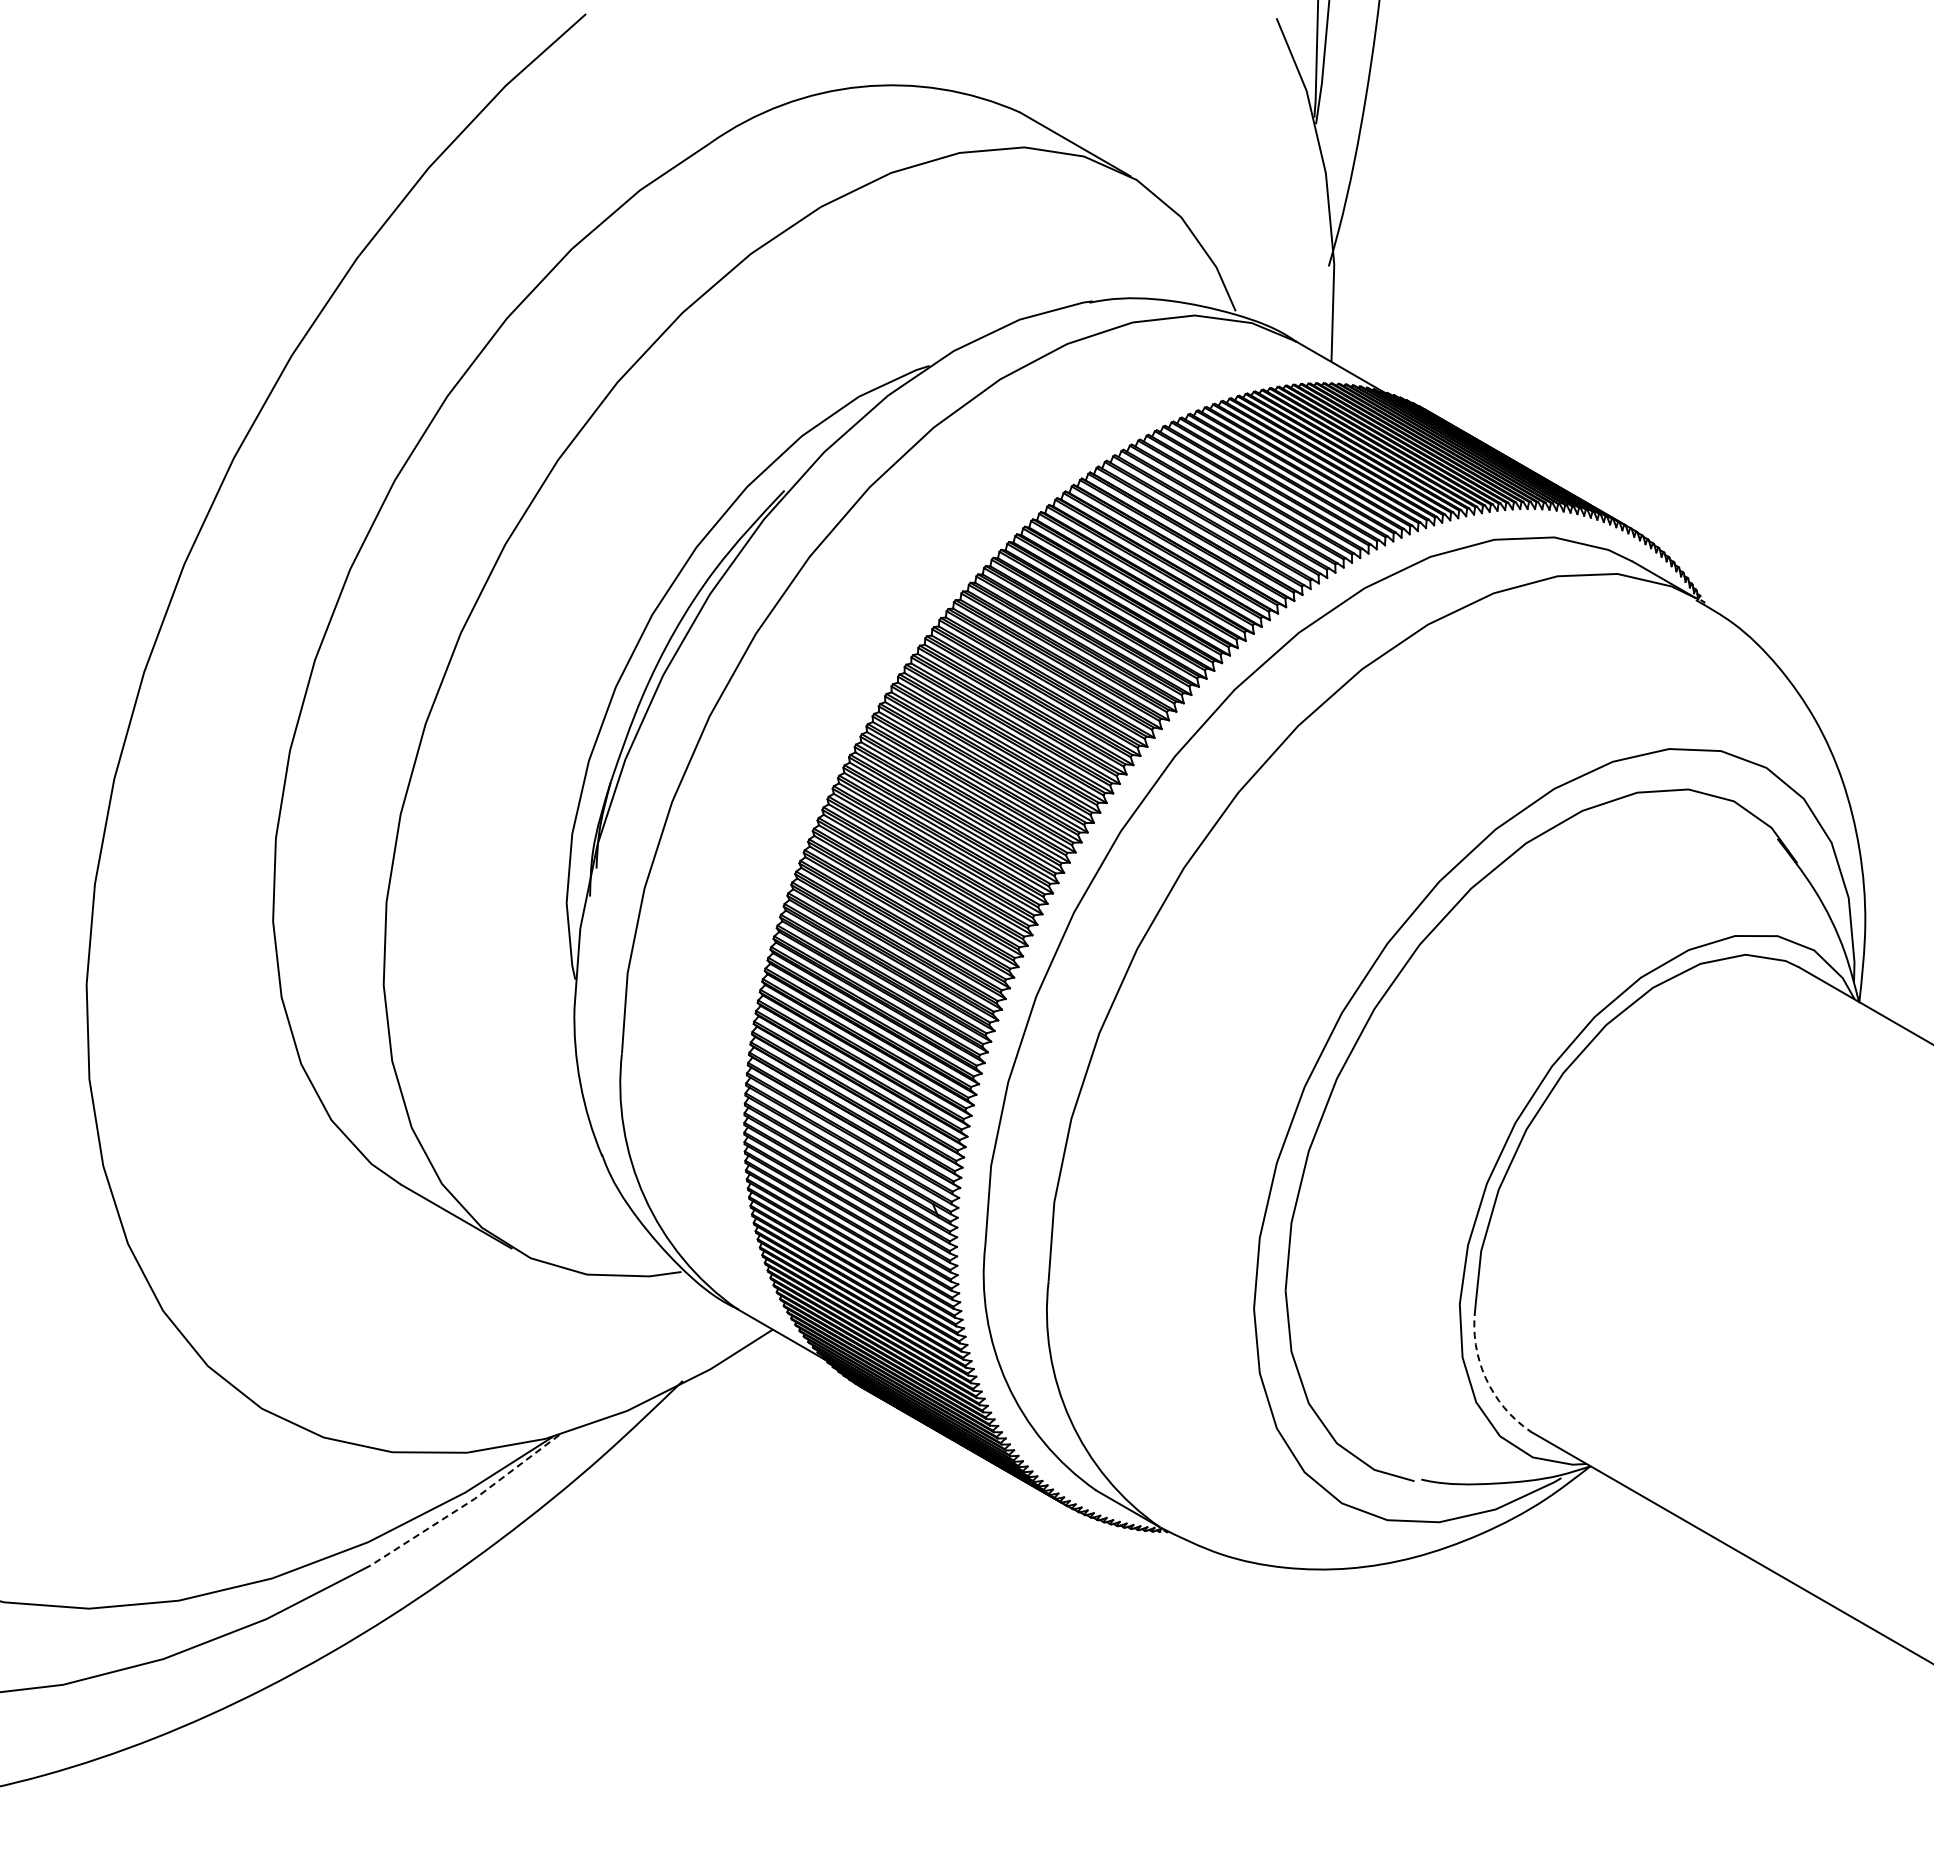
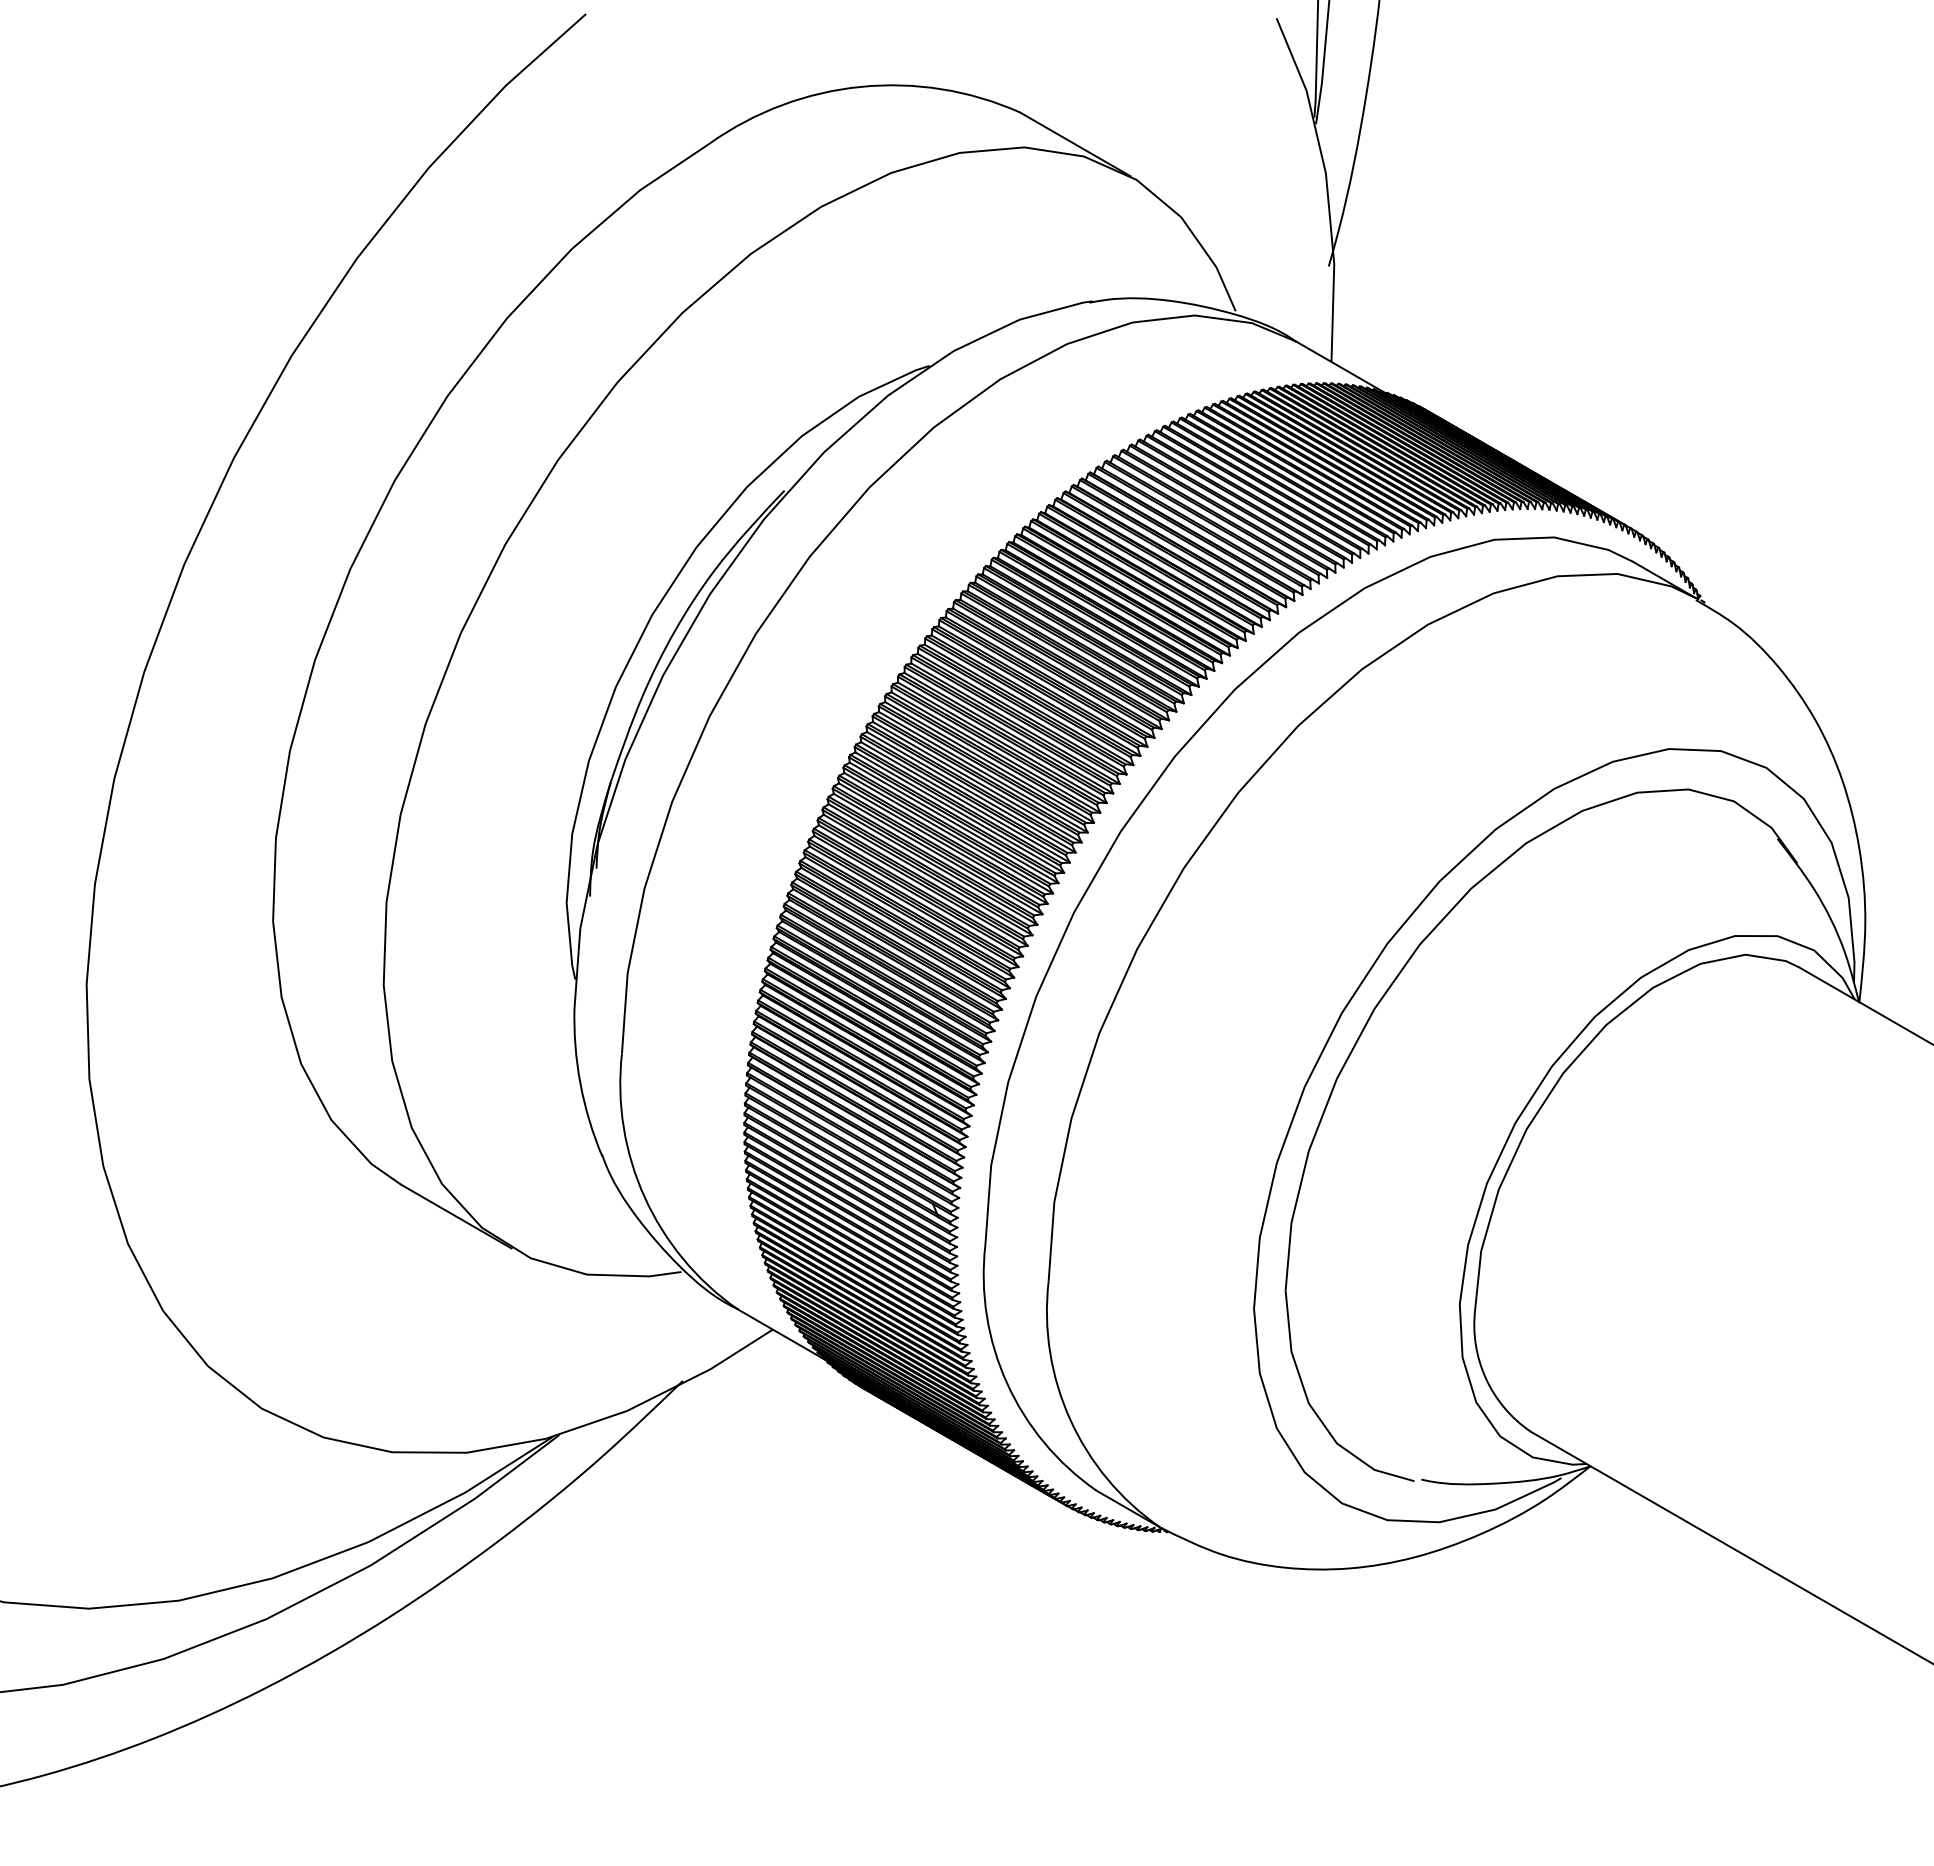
arc at (1485, 1378): dashed -> solid
line at (467, 1503): dashed -> solid
